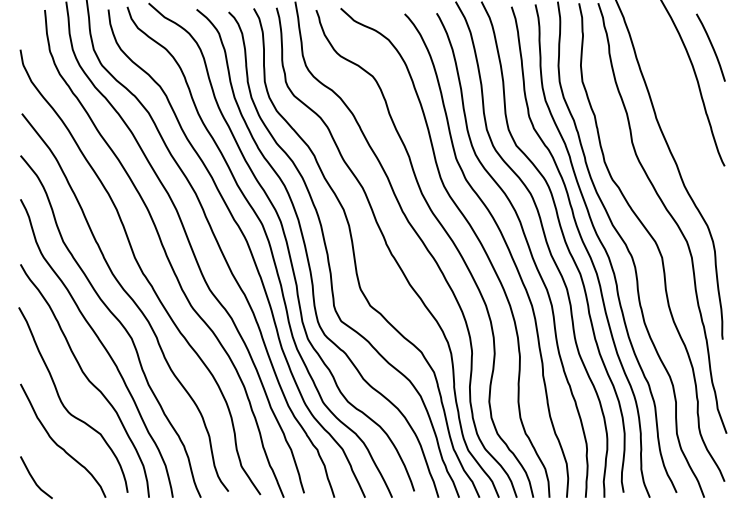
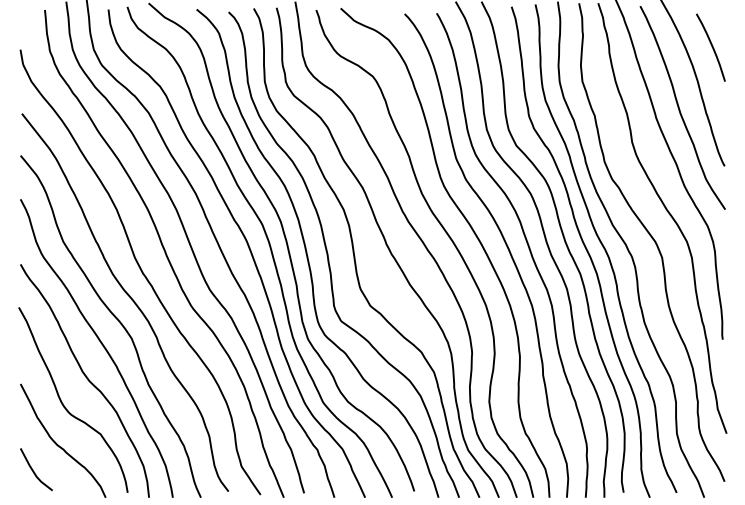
curve at (680, 109): none -> present
line at (34, 479) position: (34, 479) -> (34, 471)
